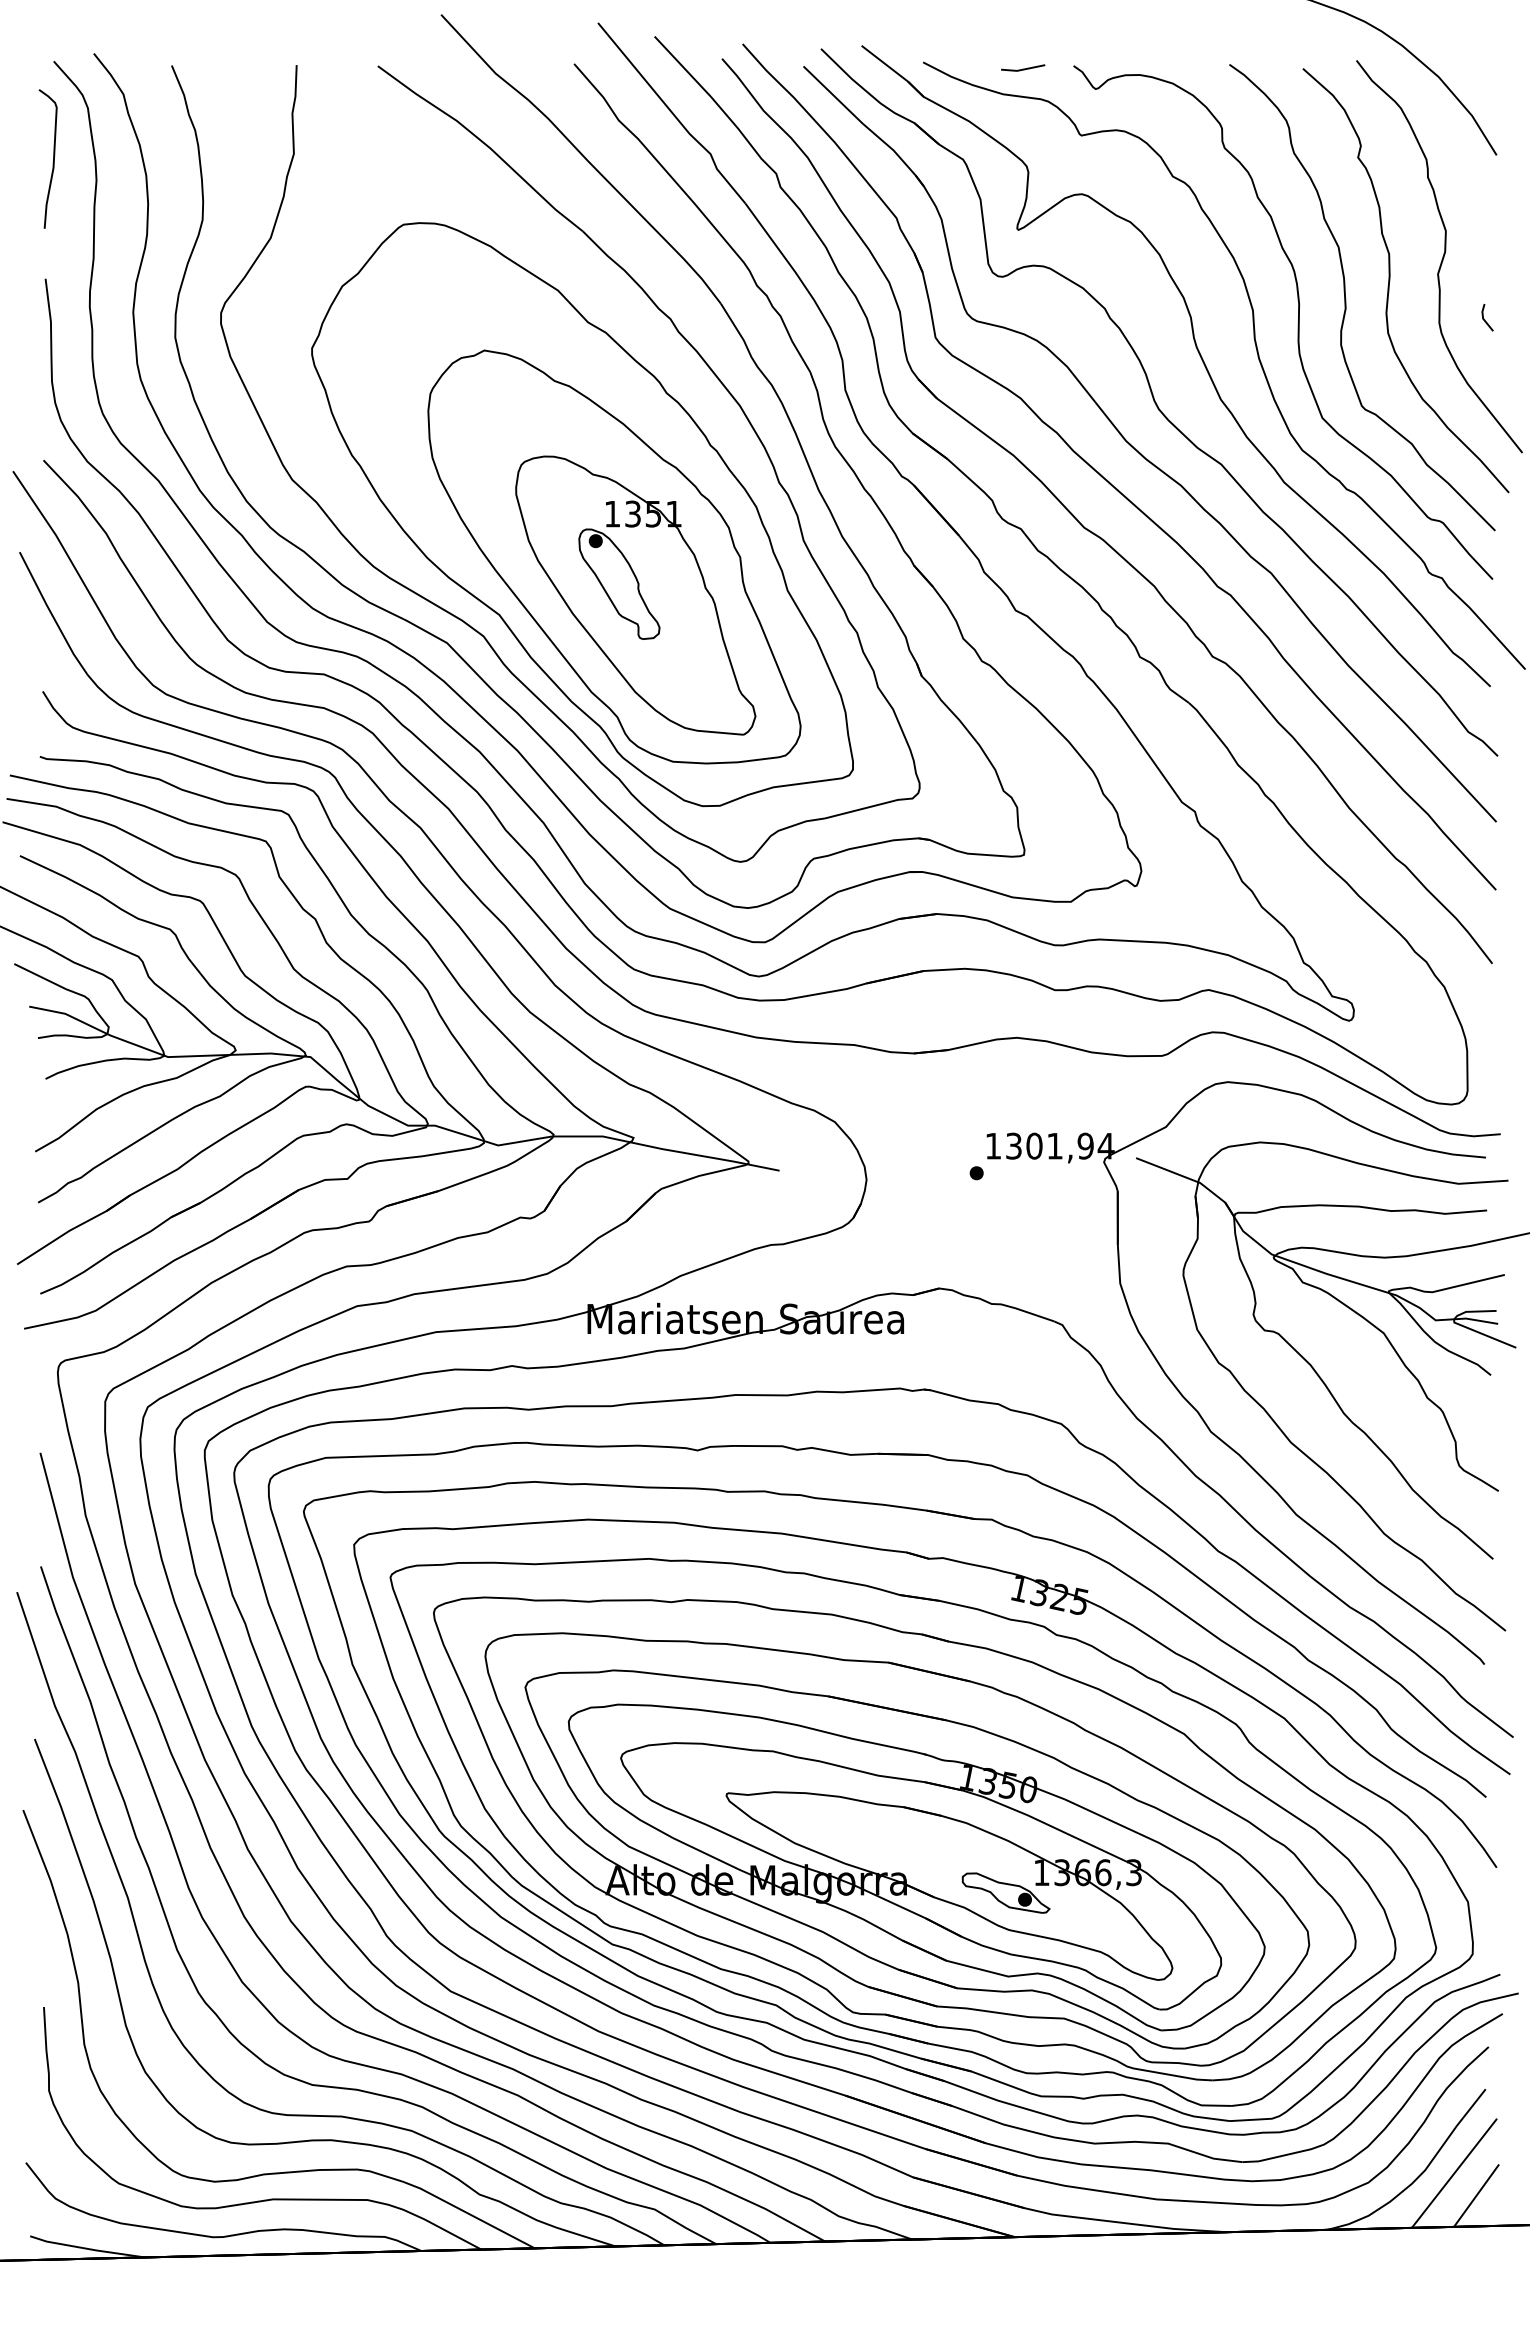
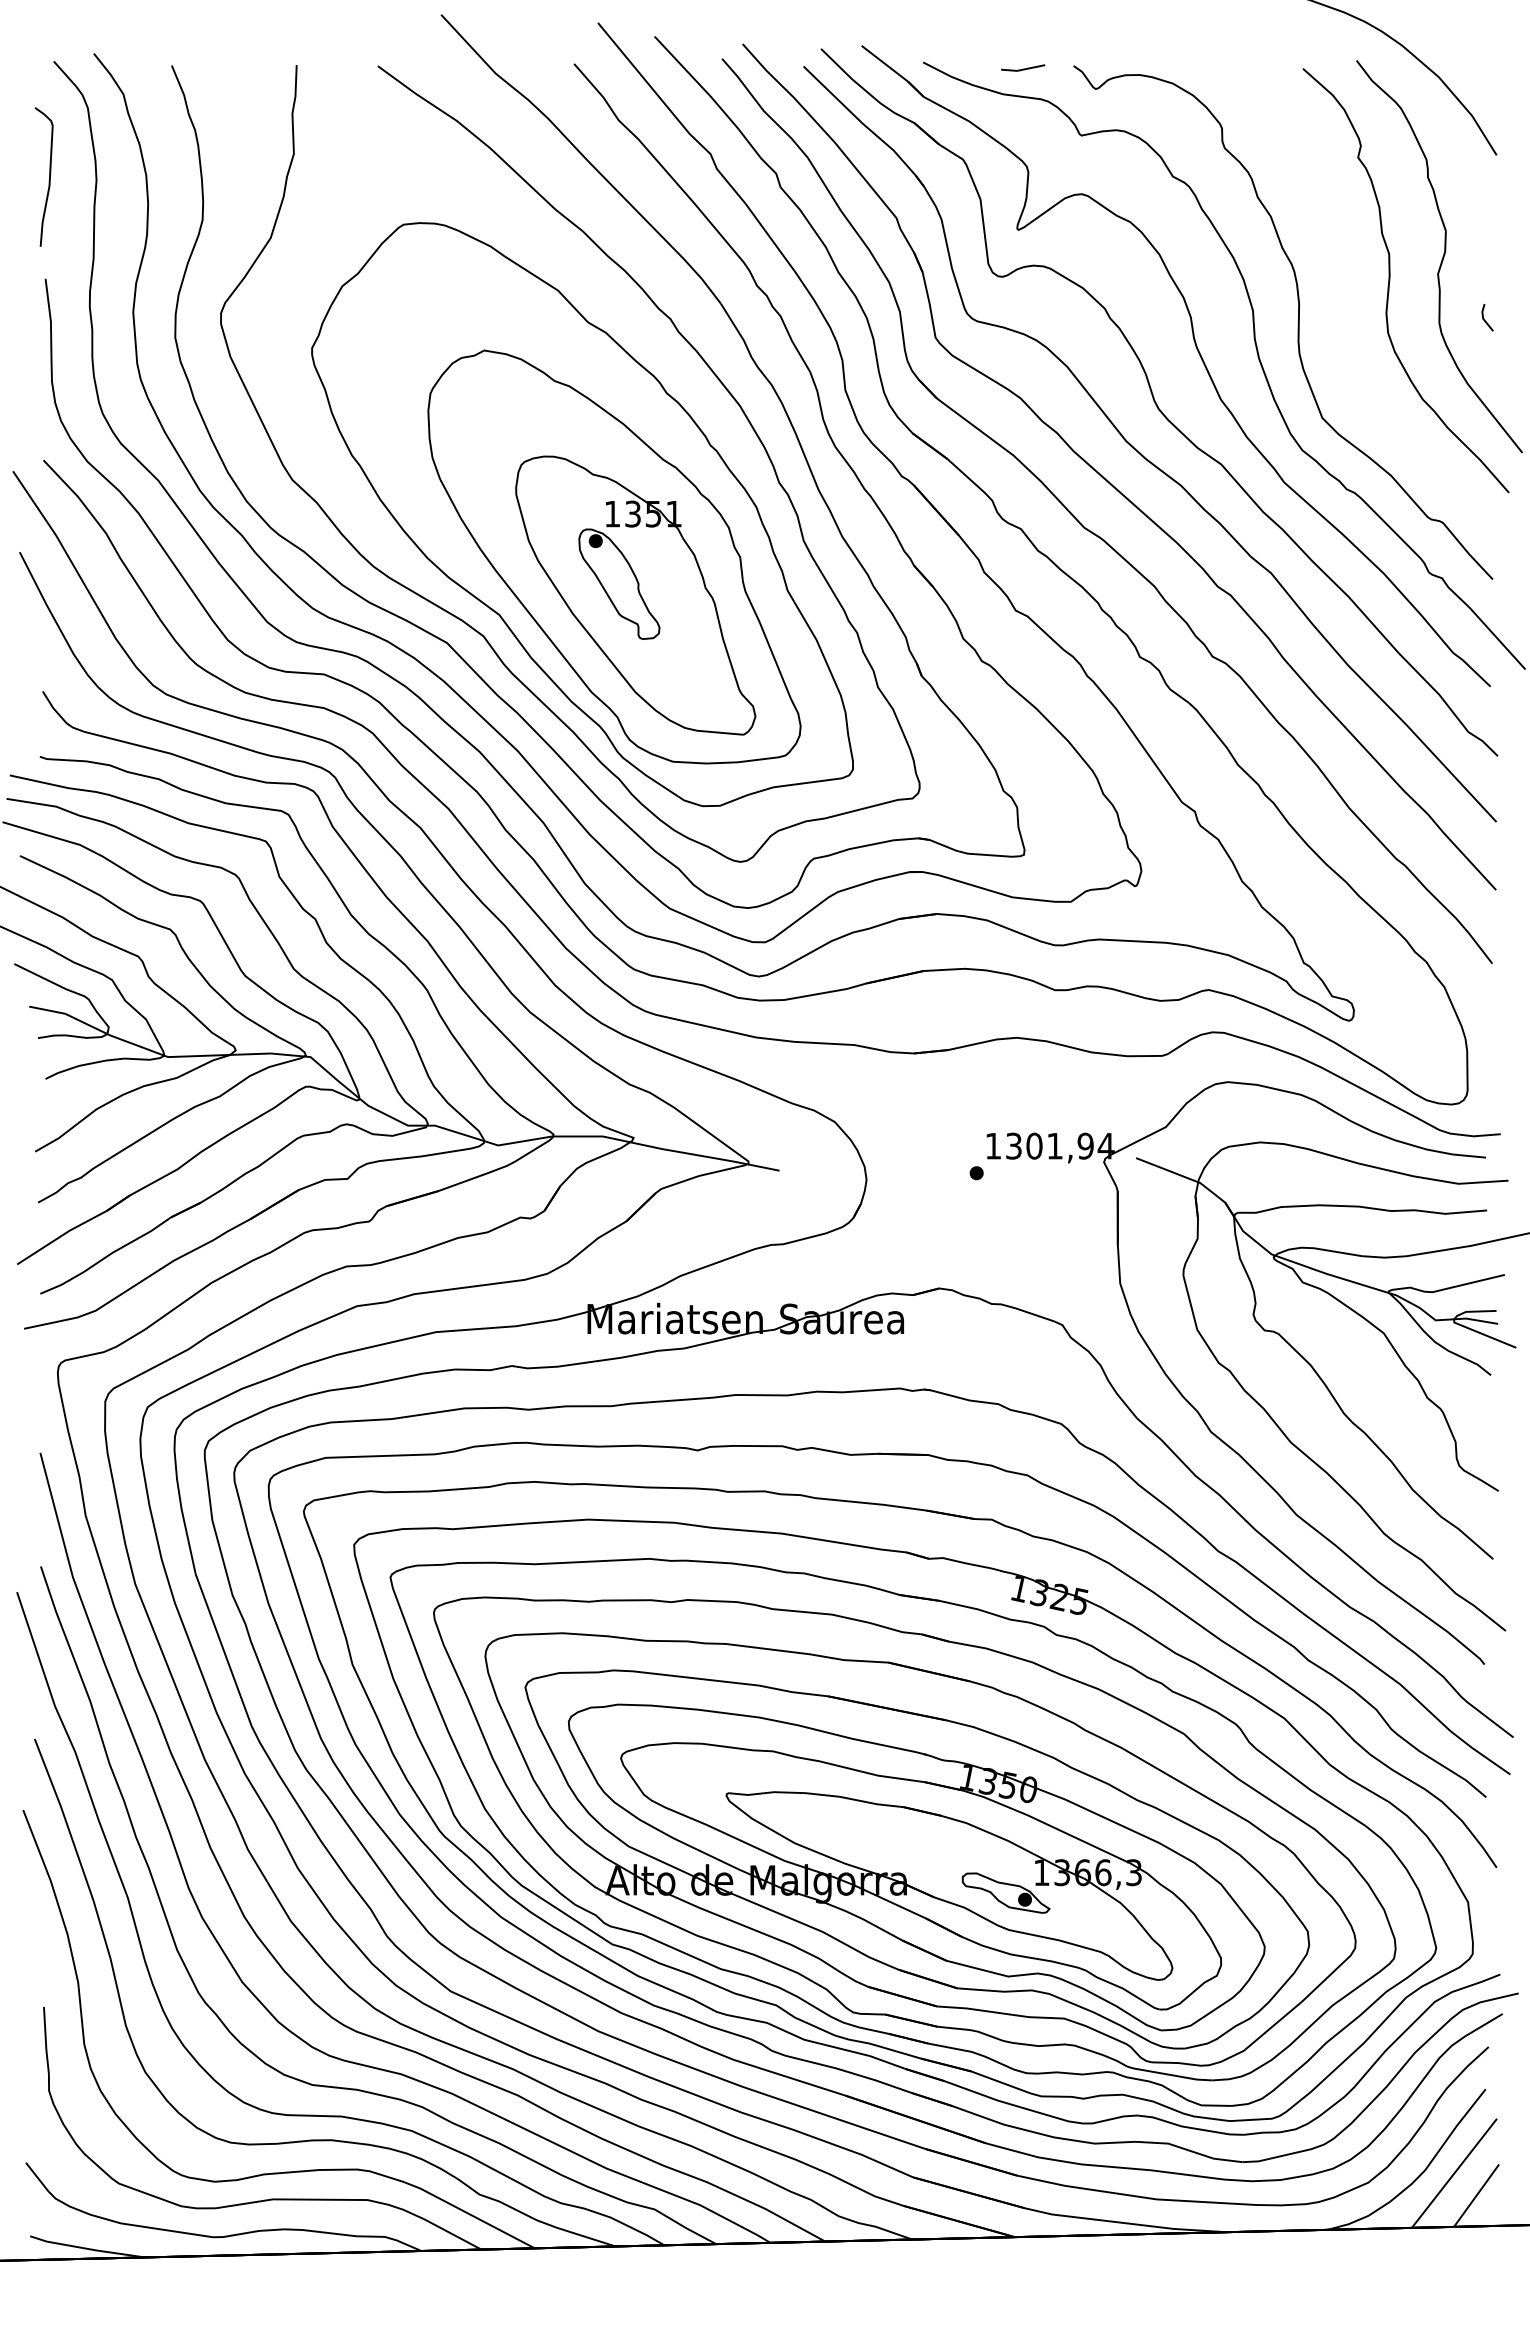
curve at (53, 158) position: (53, 158) -> (49, 176)
part at (1346, 298): present -> none
